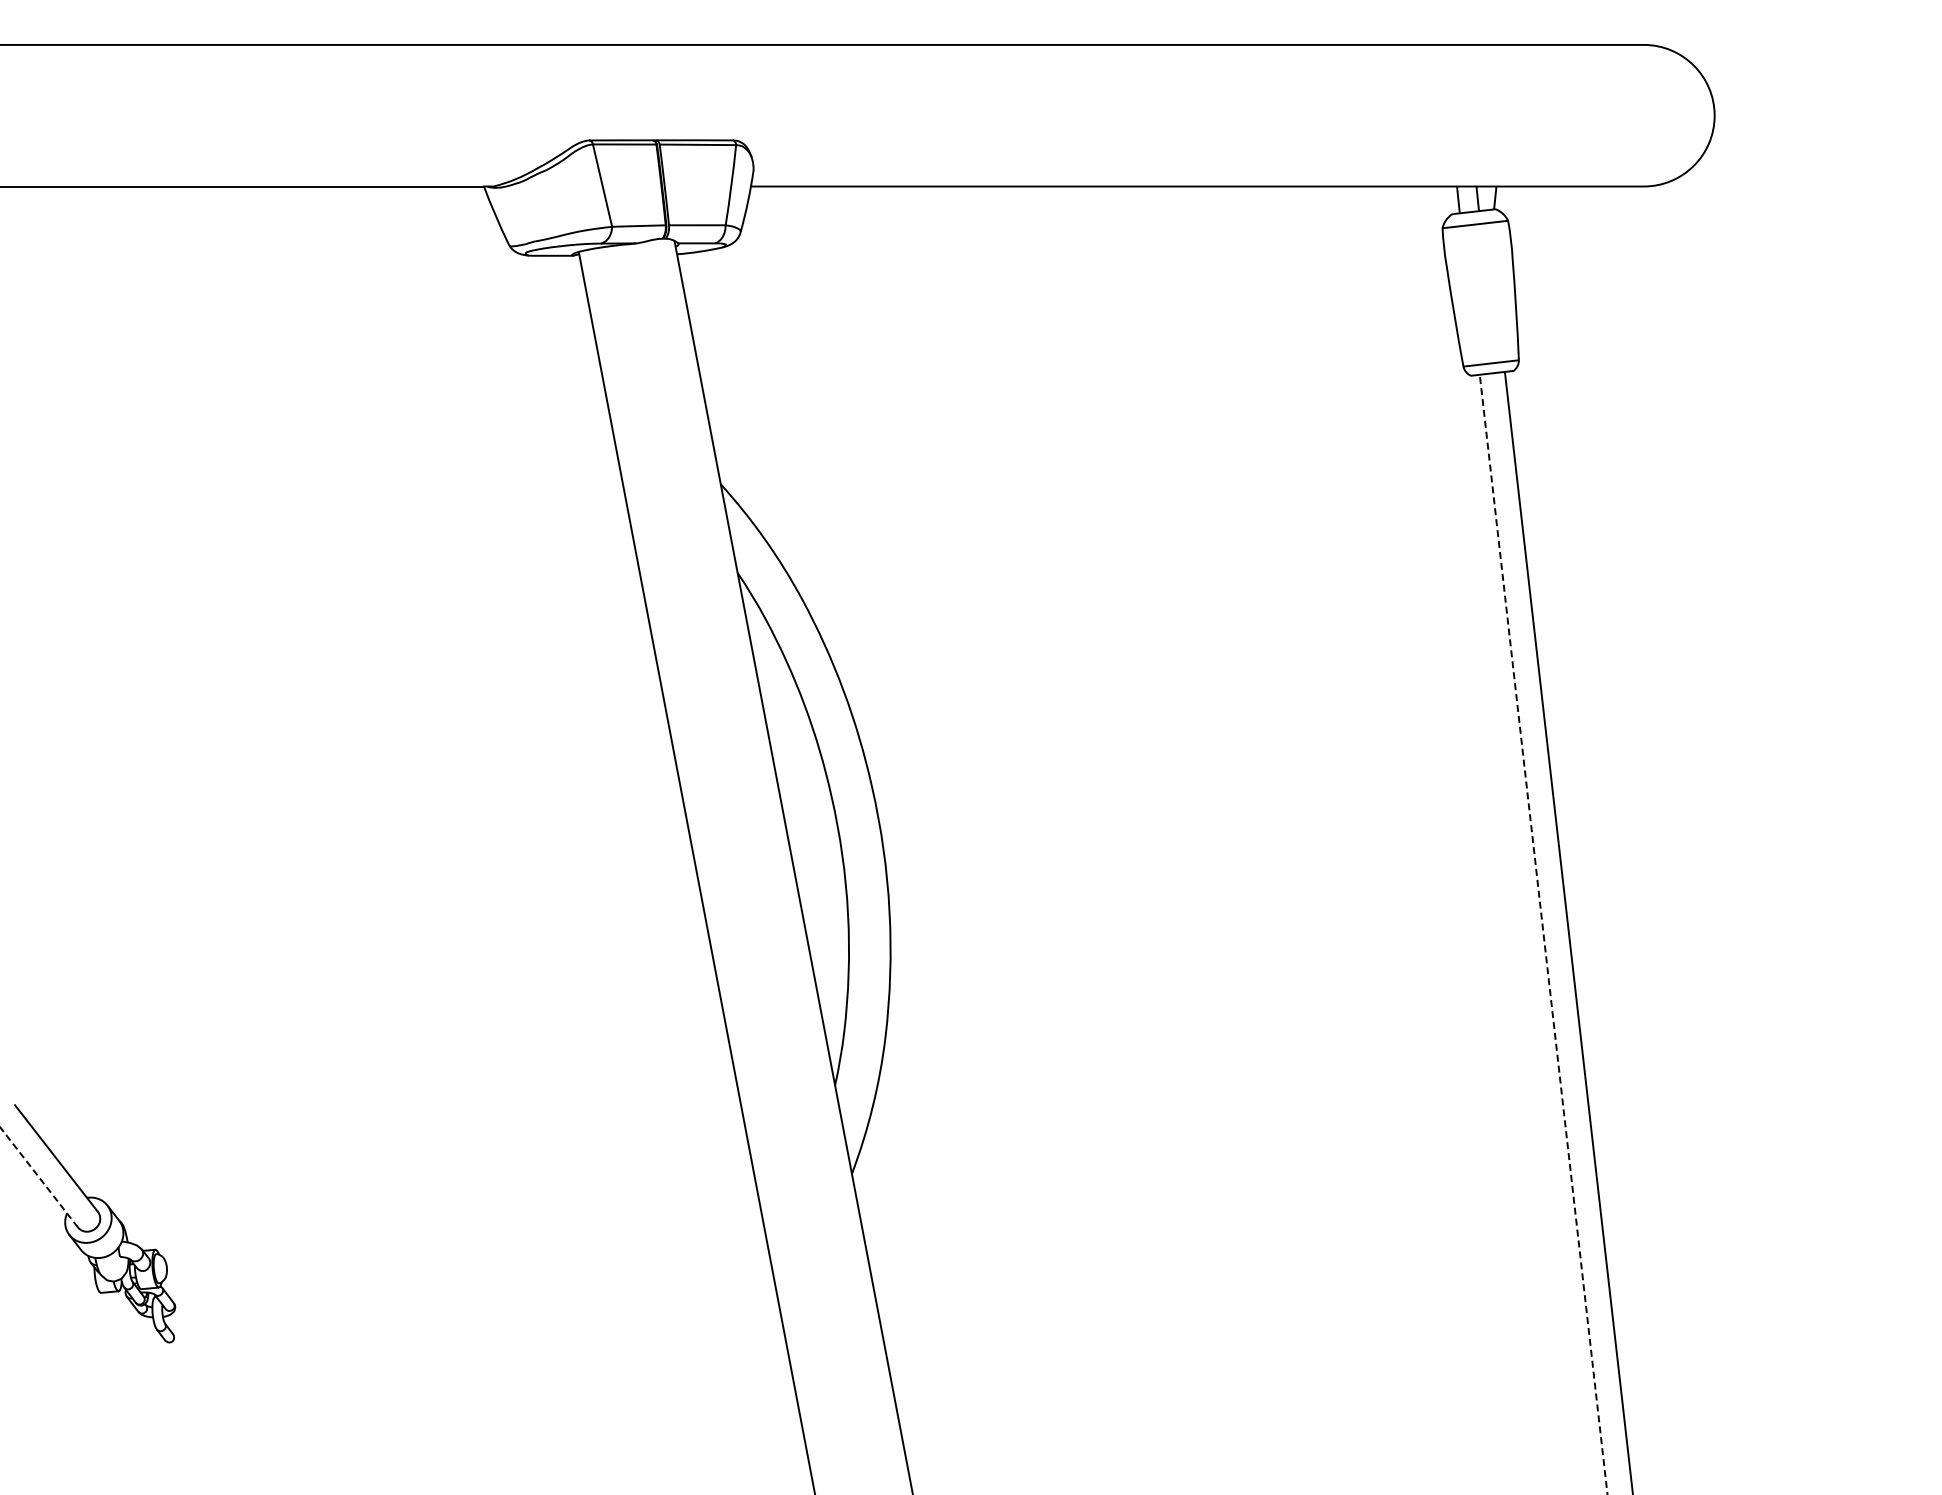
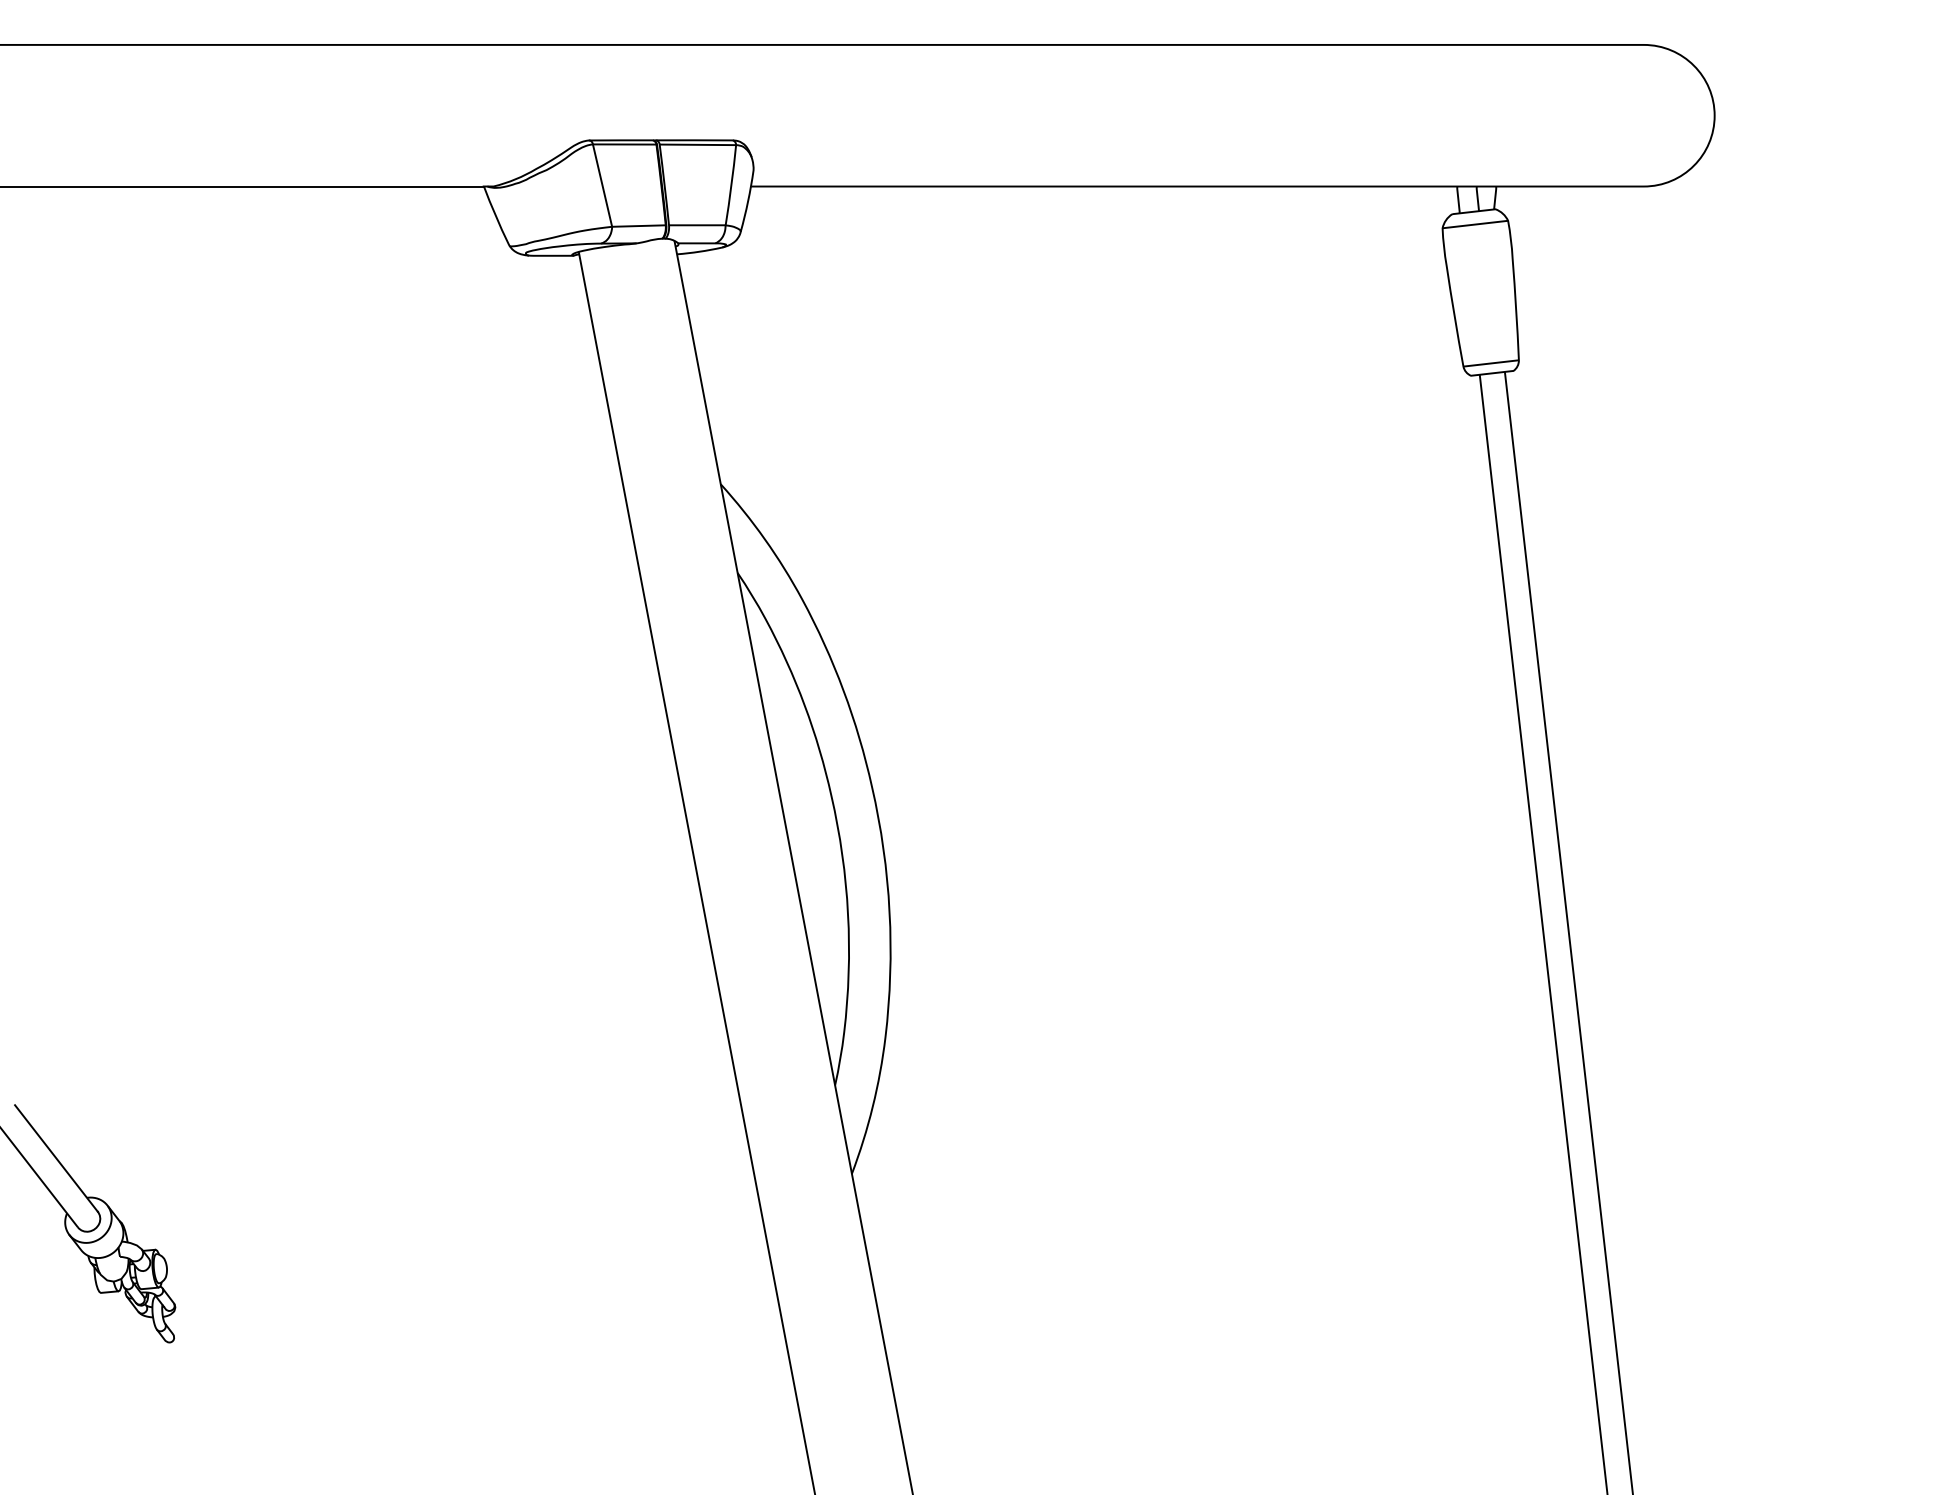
line at (1543, 934): dashed -> solid
line at (38, 1177): dashed -> solid
